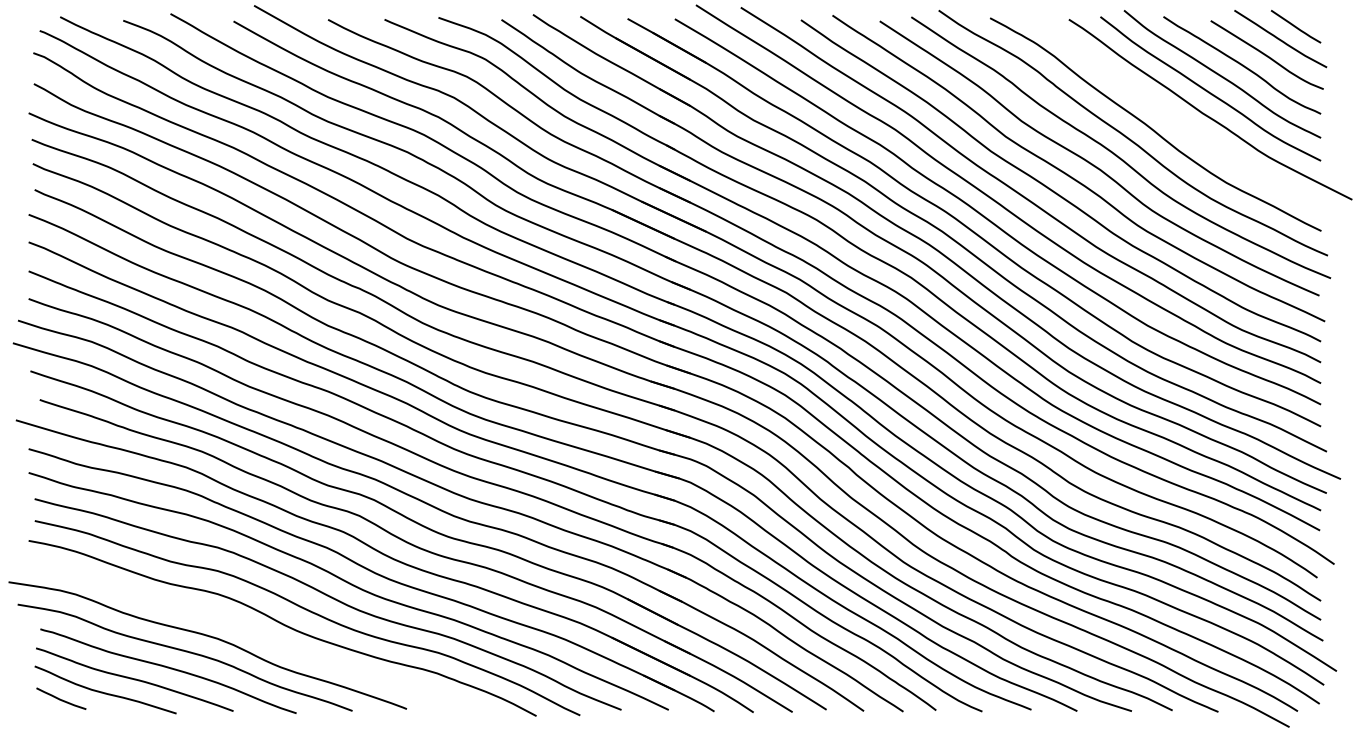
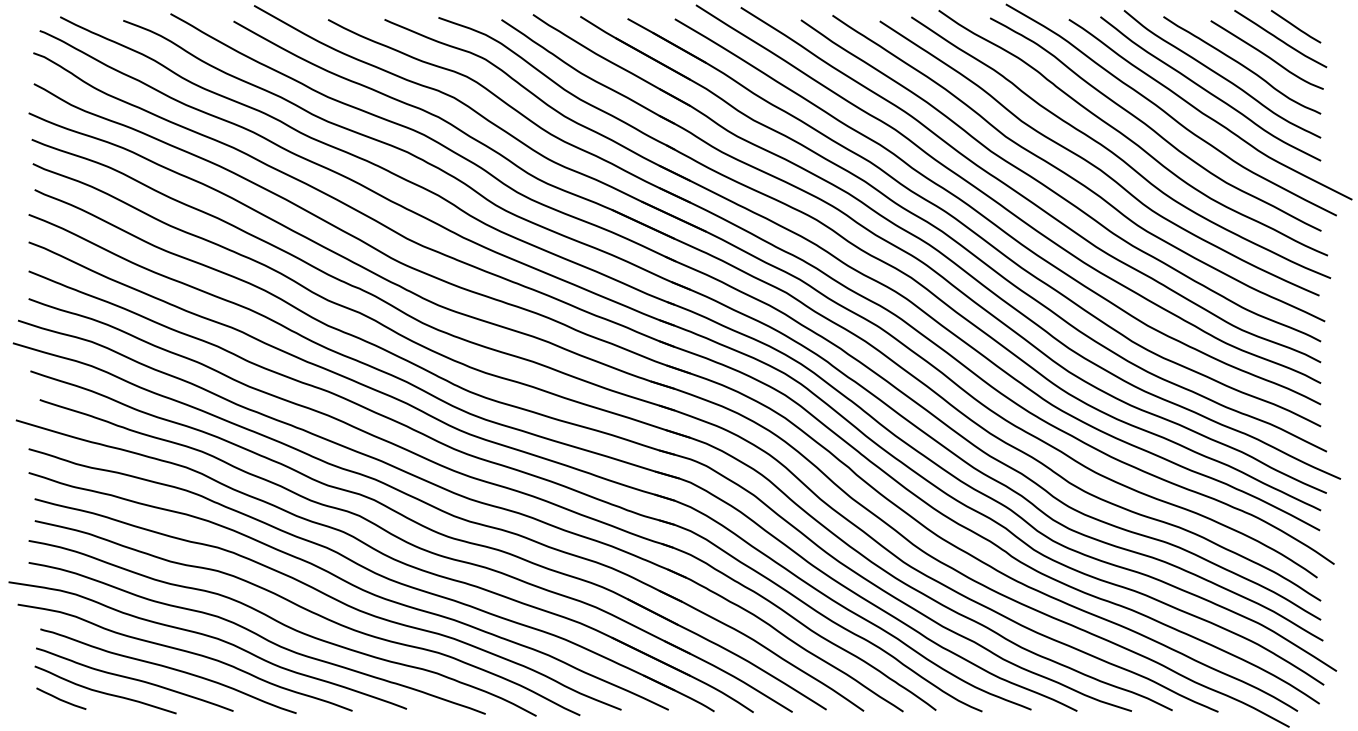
curve at (1167, 112): none -> present
curve at (258, 636): none -> present
